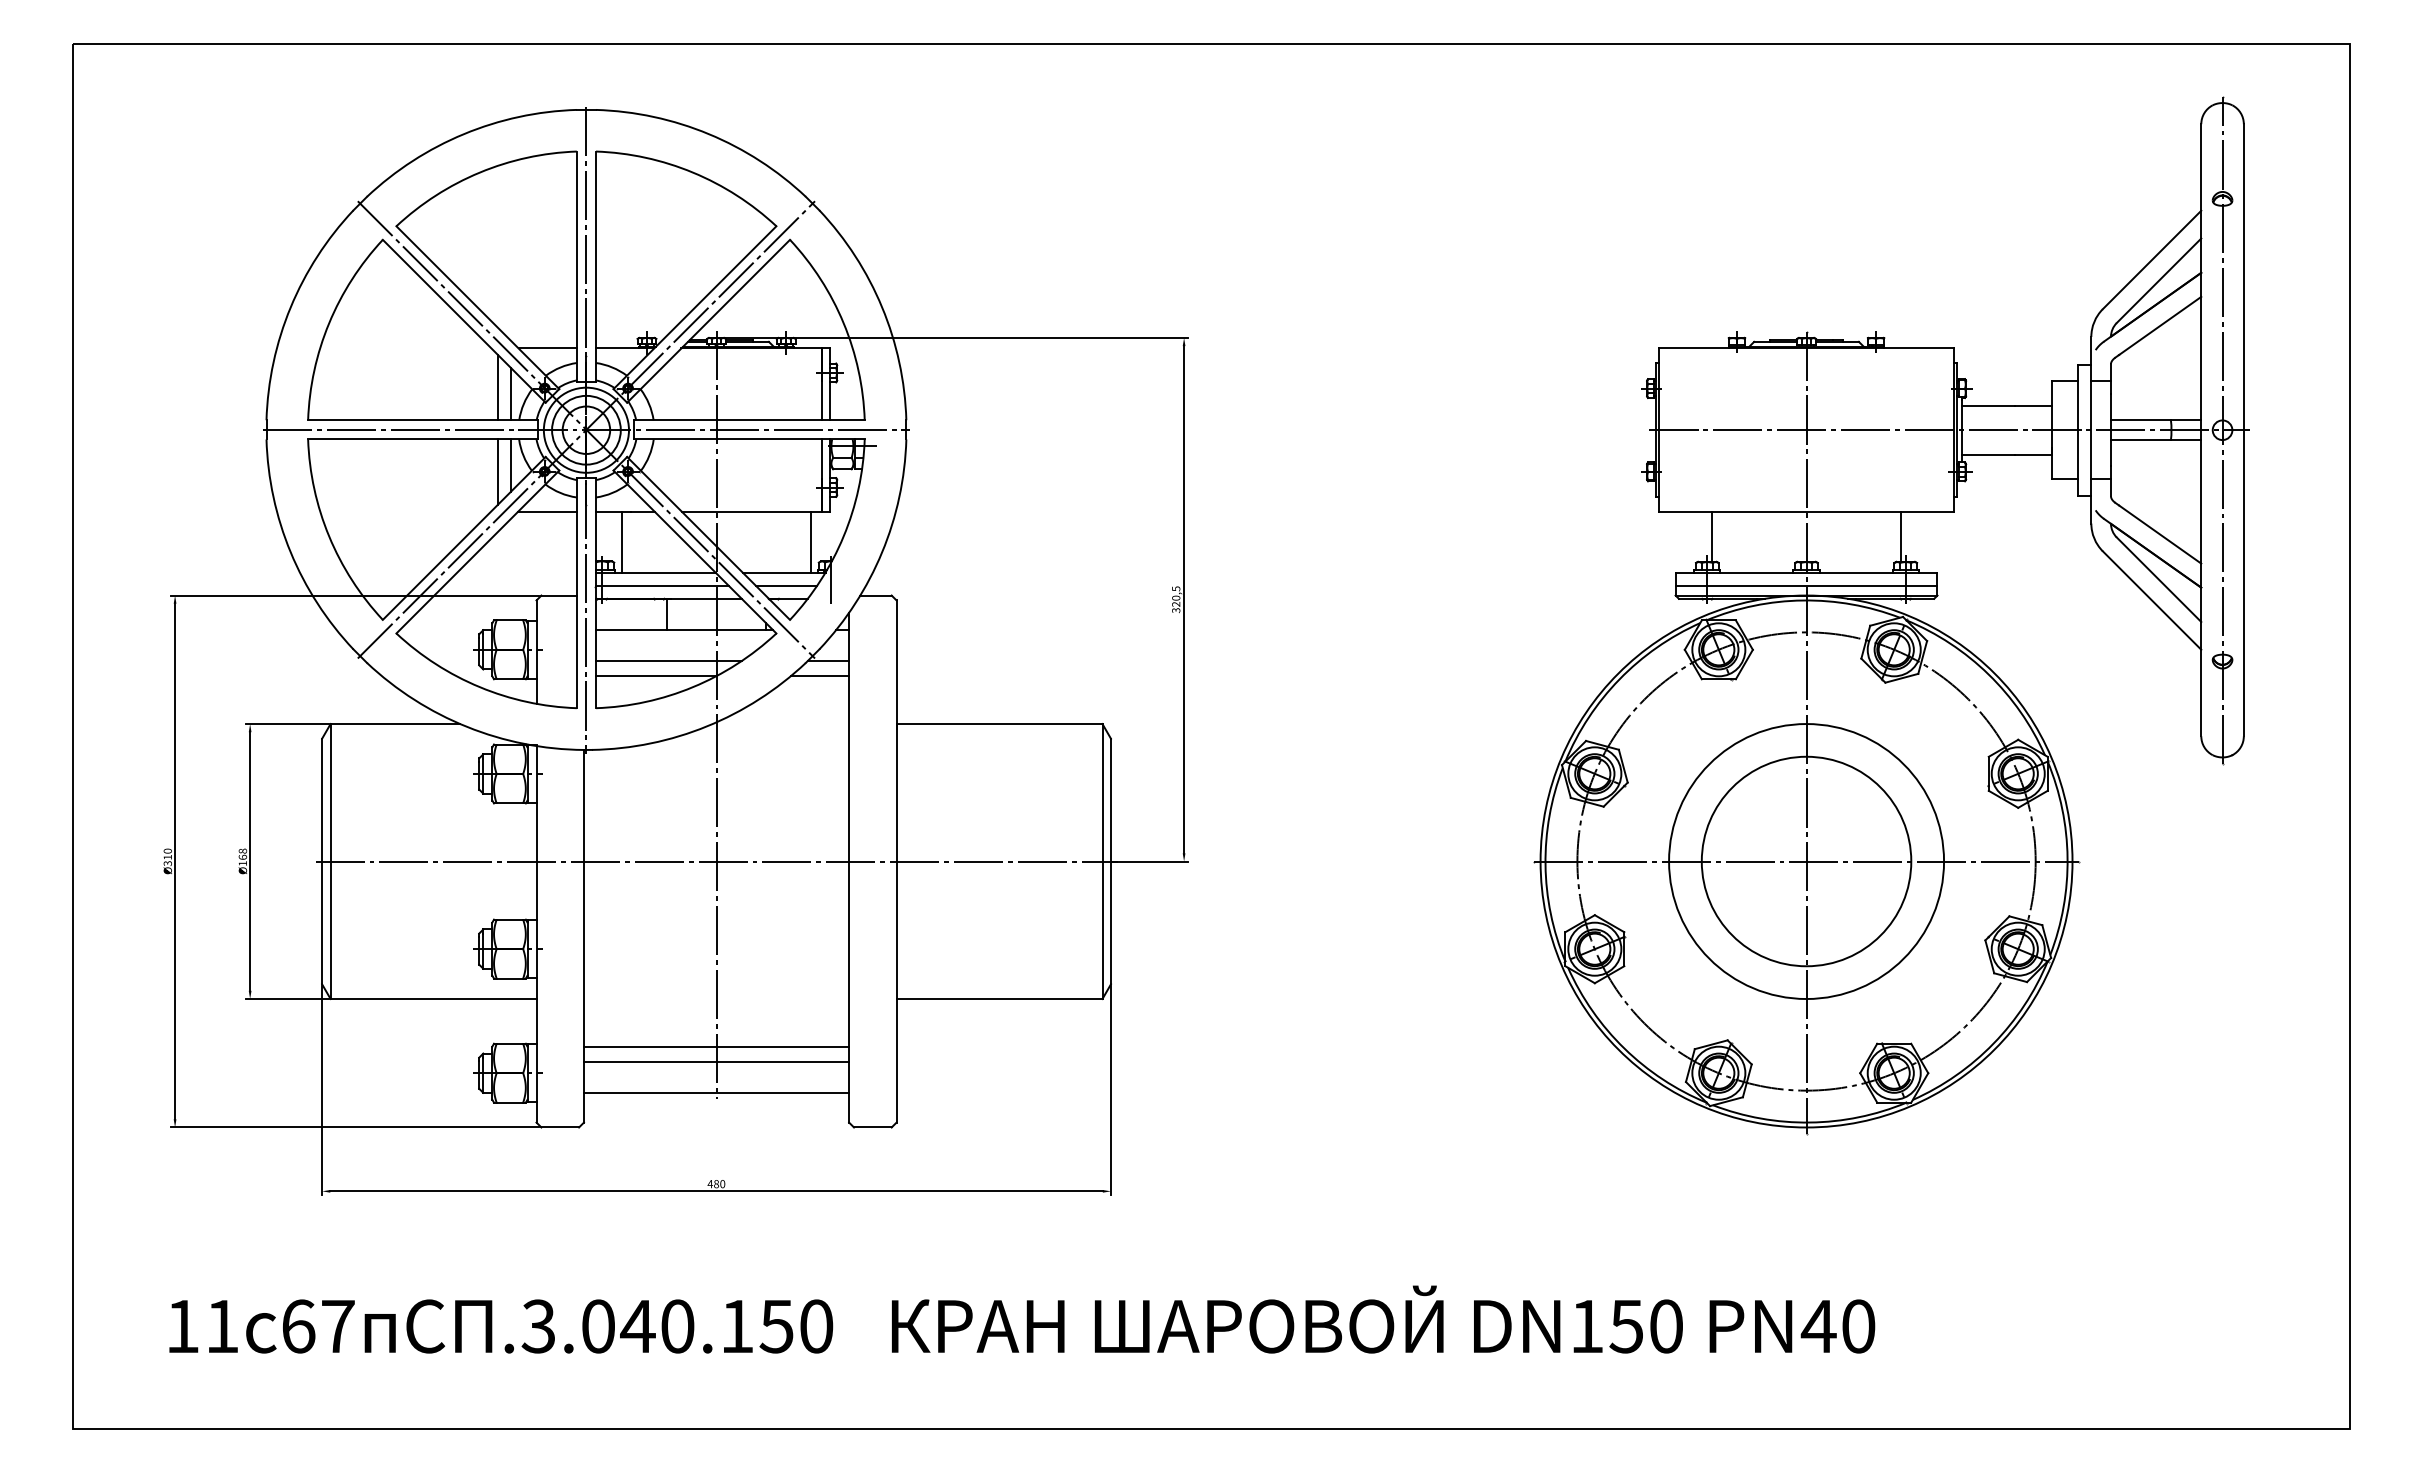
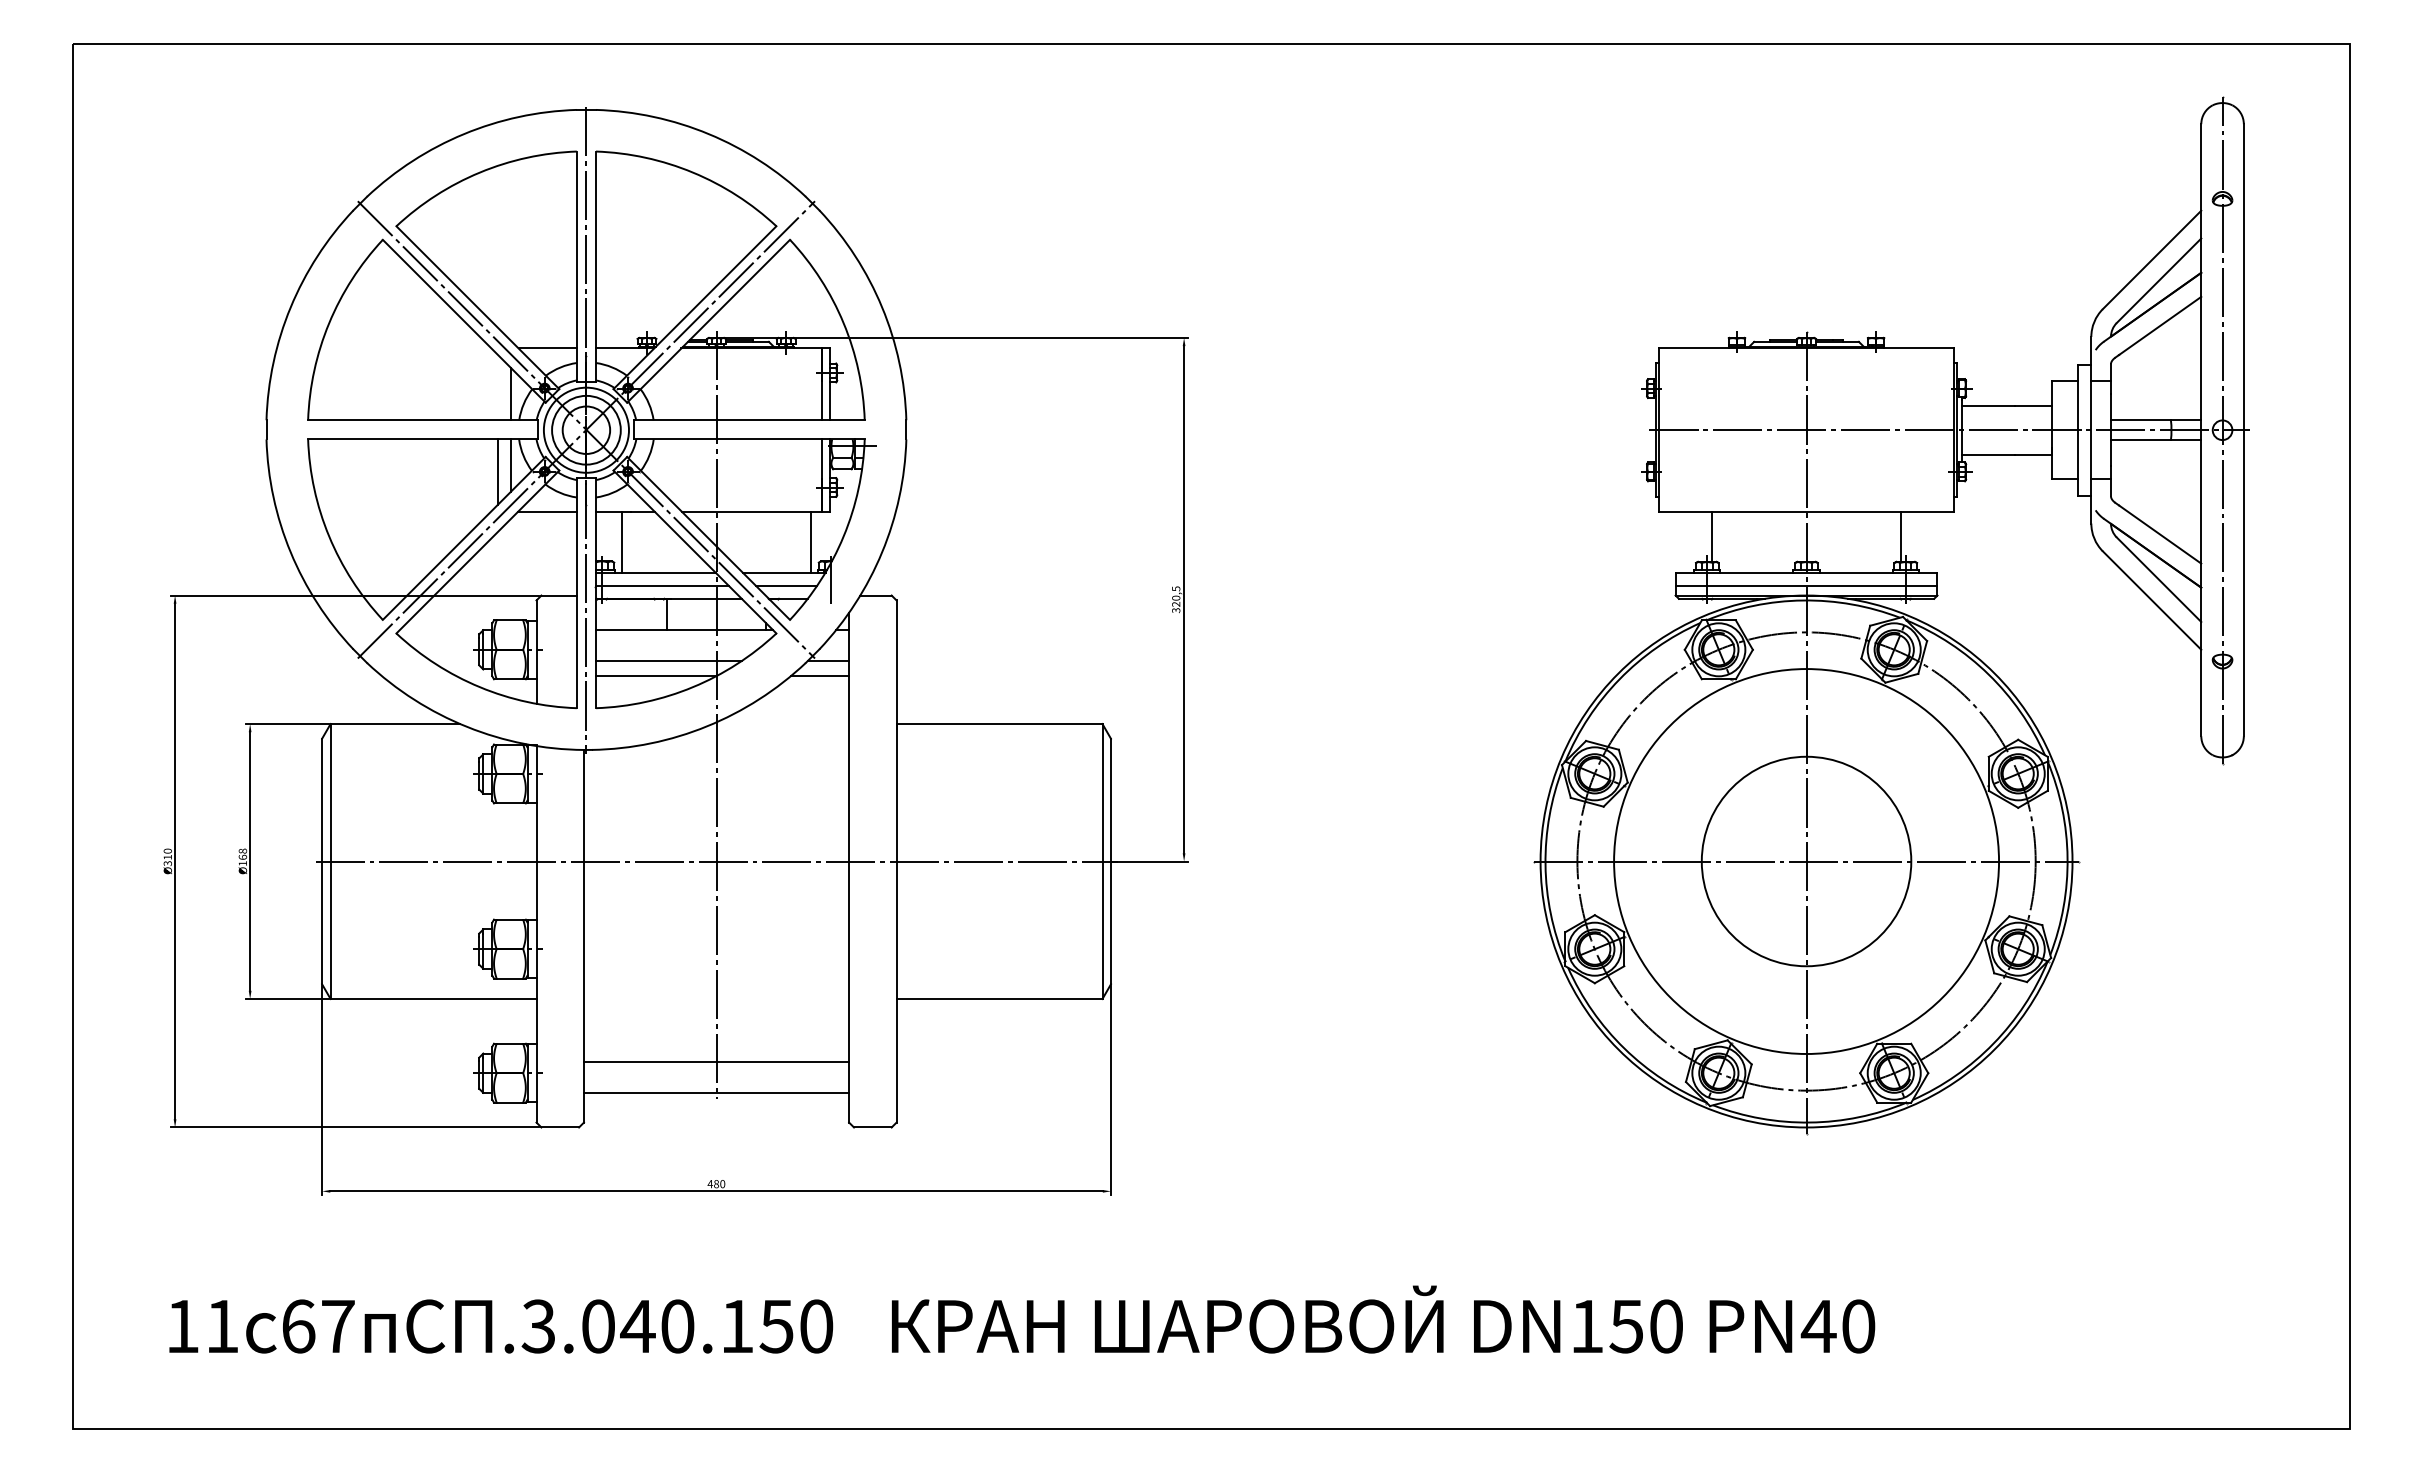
line at (498, 387): present -> none
line at (586, 429): present -> none
circle at (1806, 861) diameter: 275 px -> 385 px
line at (716, 1047): present -> none
